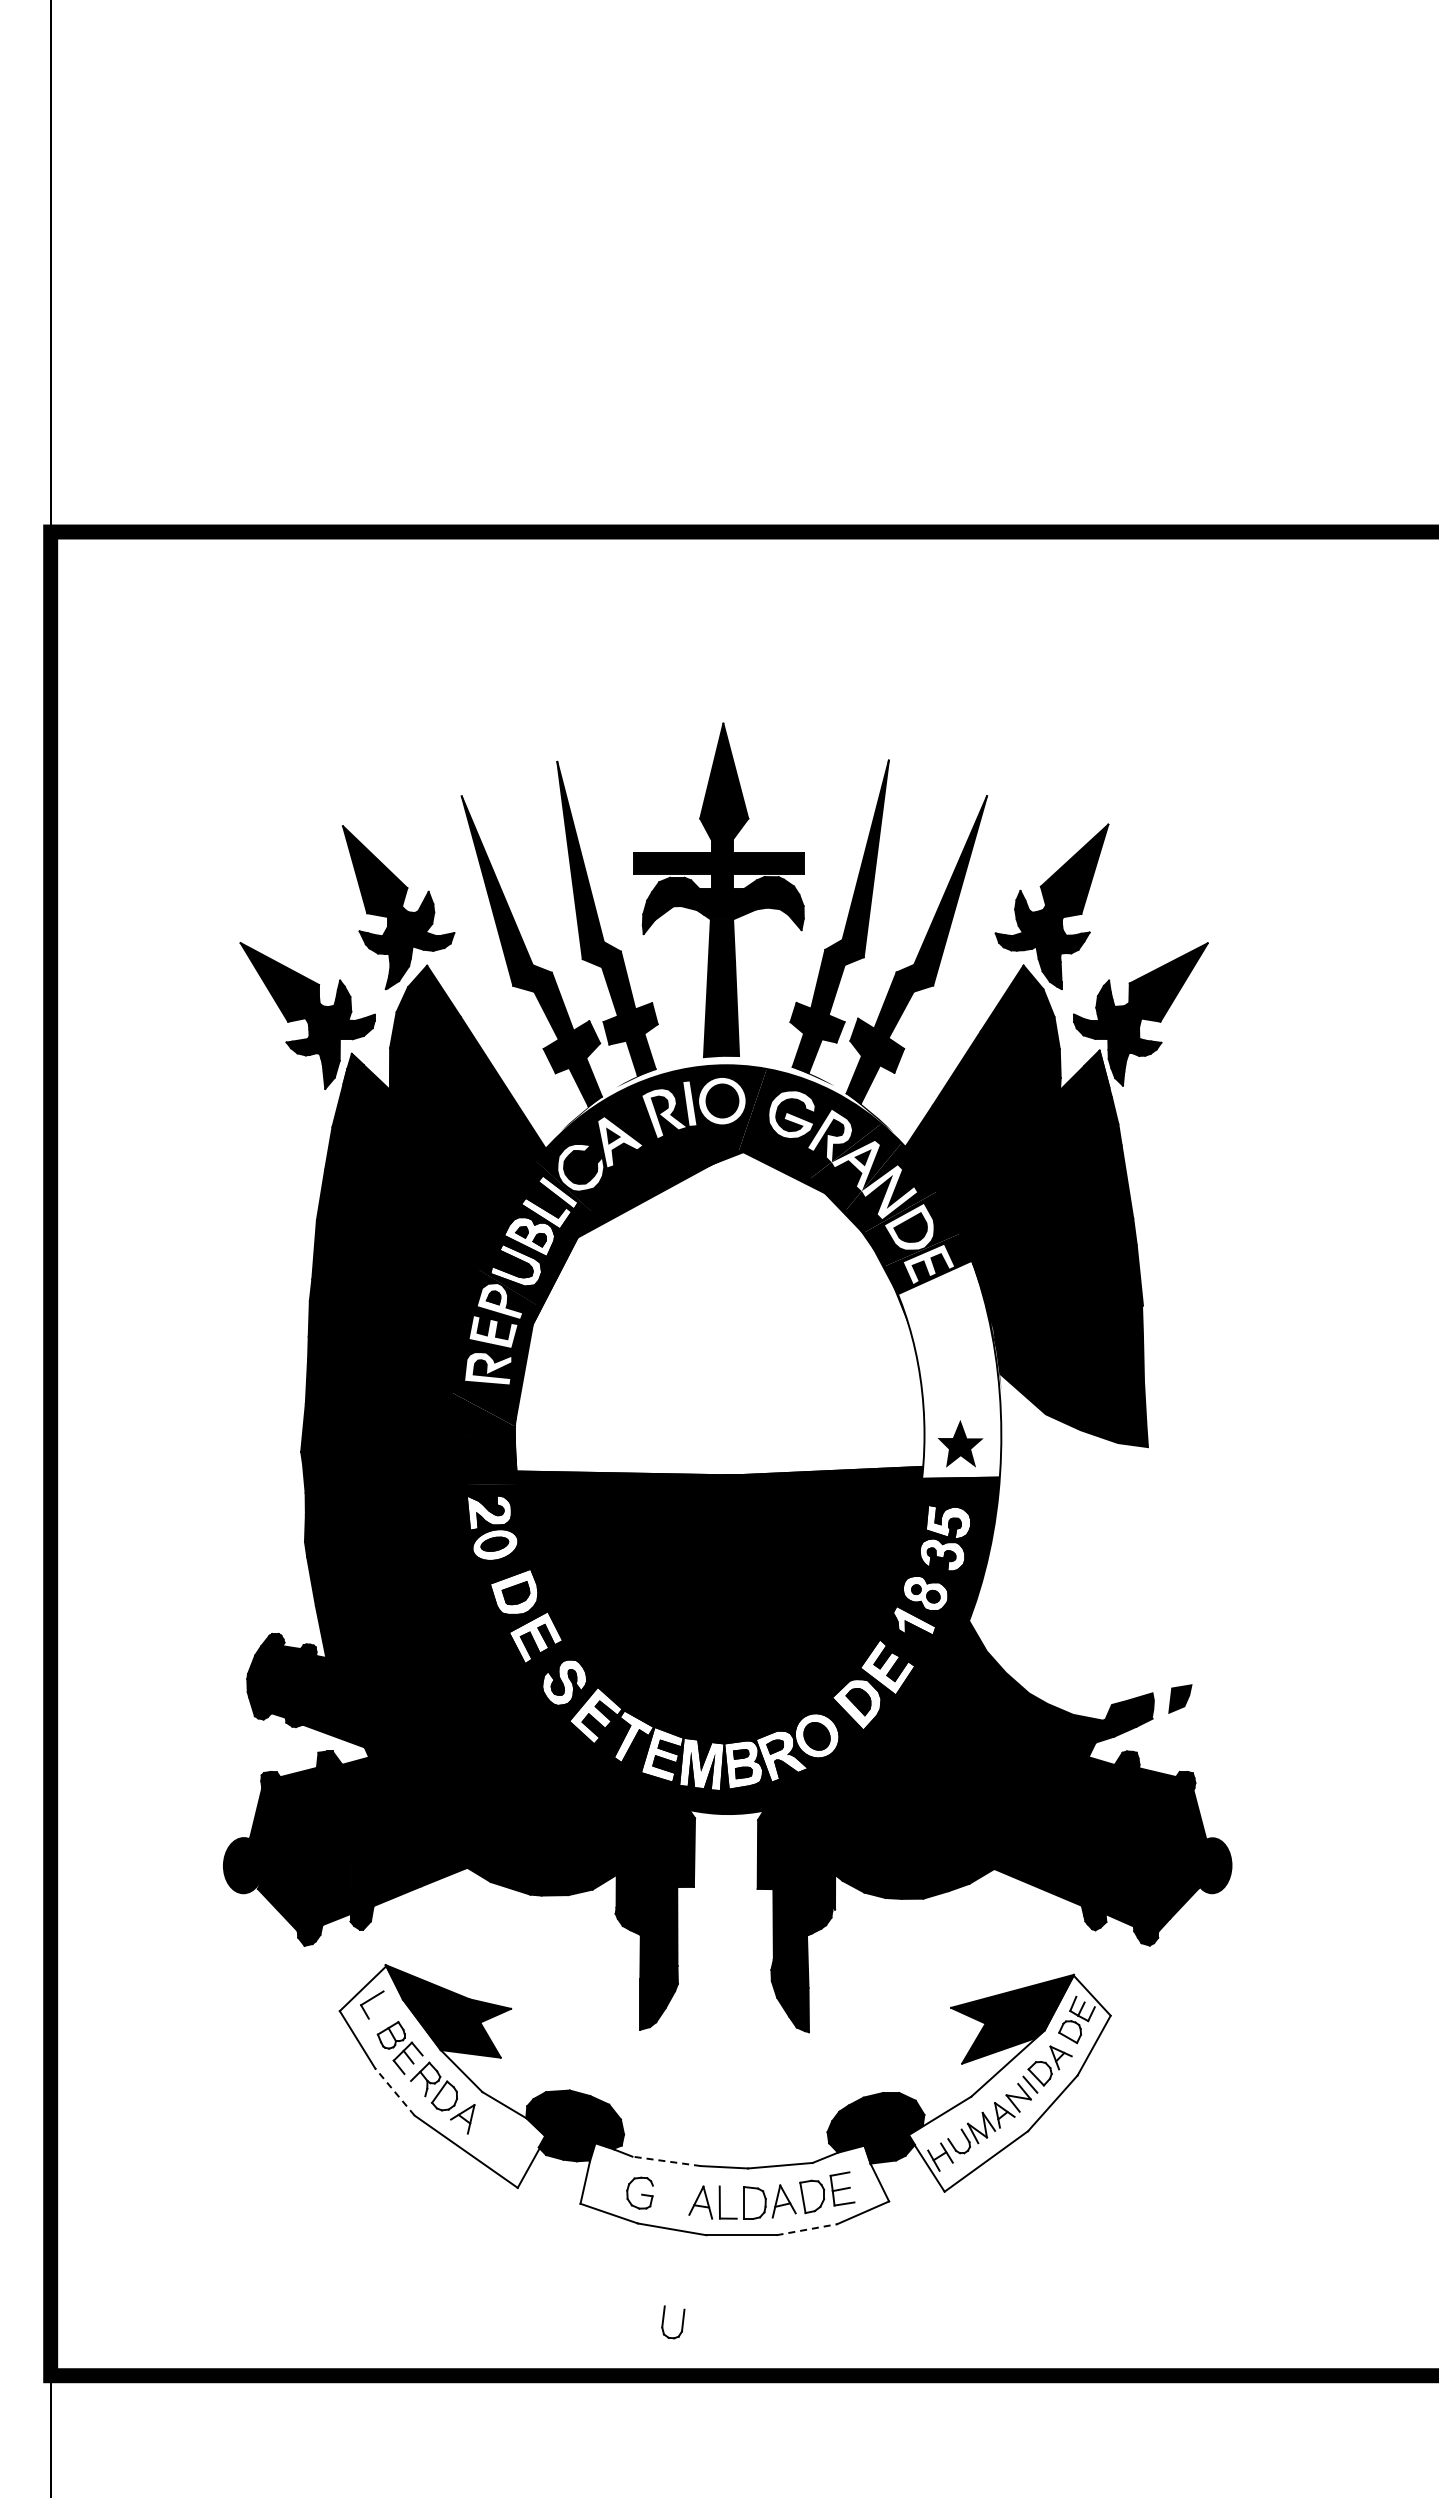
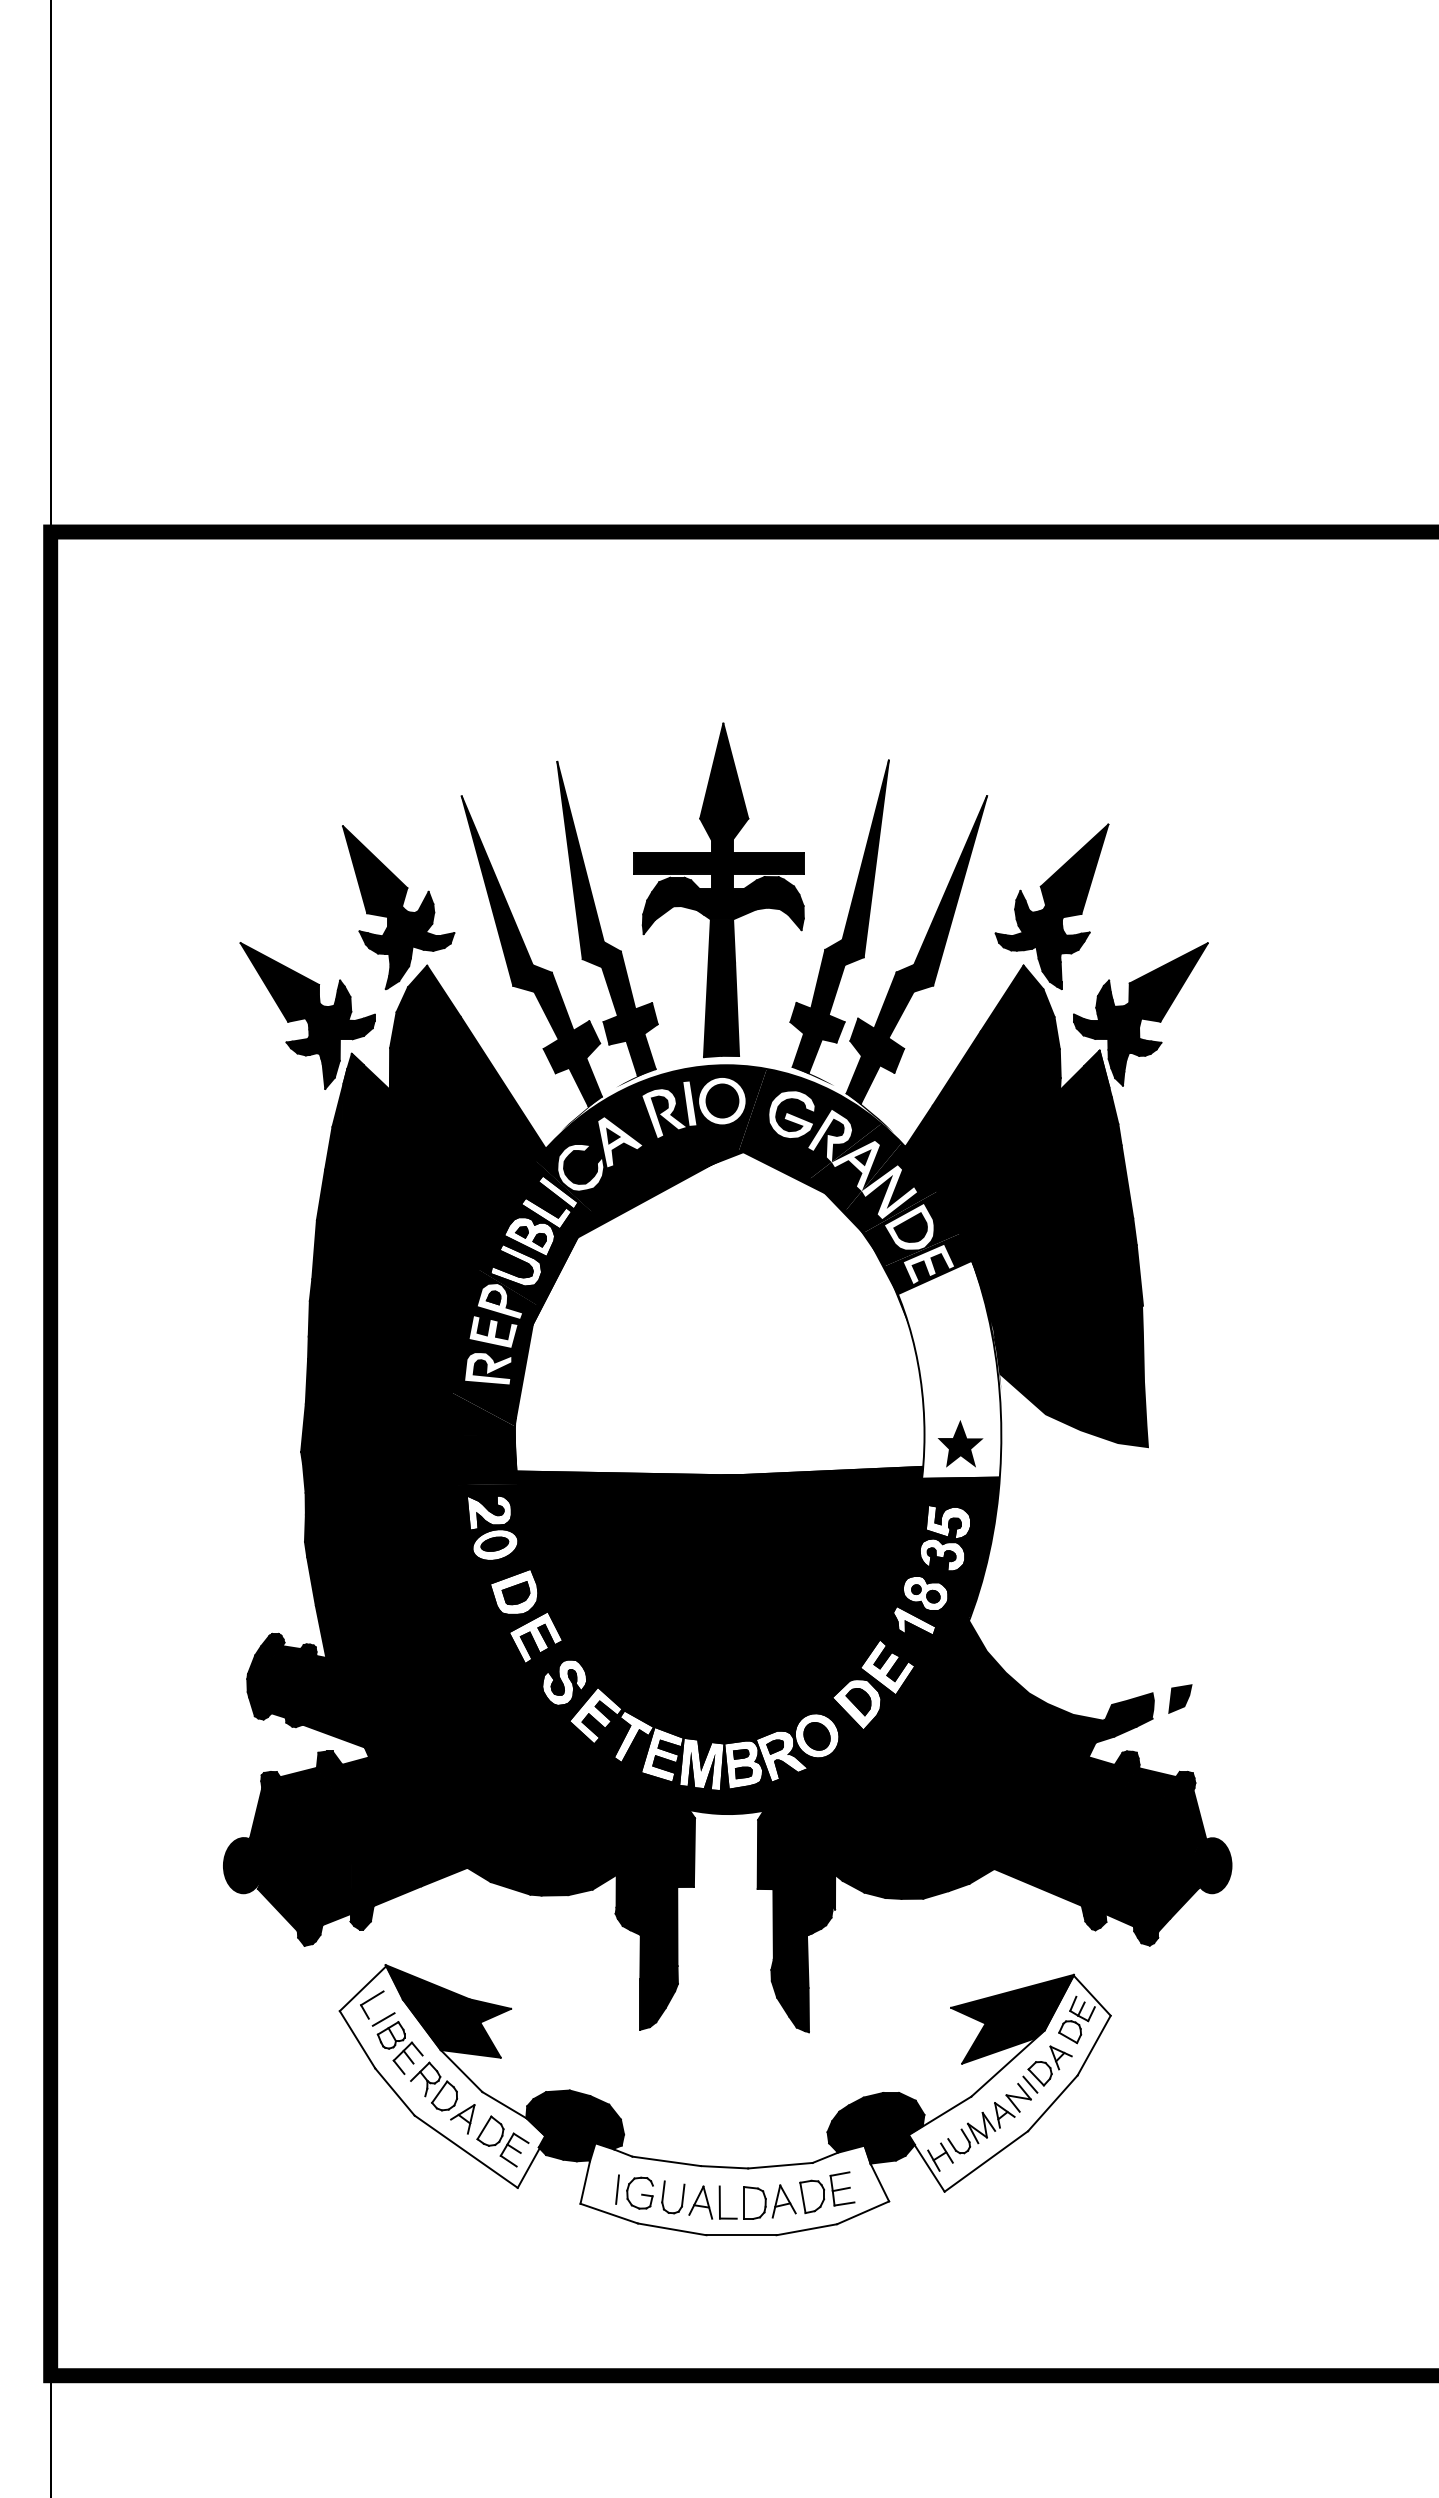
line at (383, 2019): none -> present
line at (394, 2092): dashed -> solid
part at (502, 2141): none -> present
line at (666, 2161): dashed -> solid
line at (617, 2189): none -> present
line at (806, 2229): dashed -> solid
part at (681, 2324) position: (681, 2324) -> (681, 2199)
